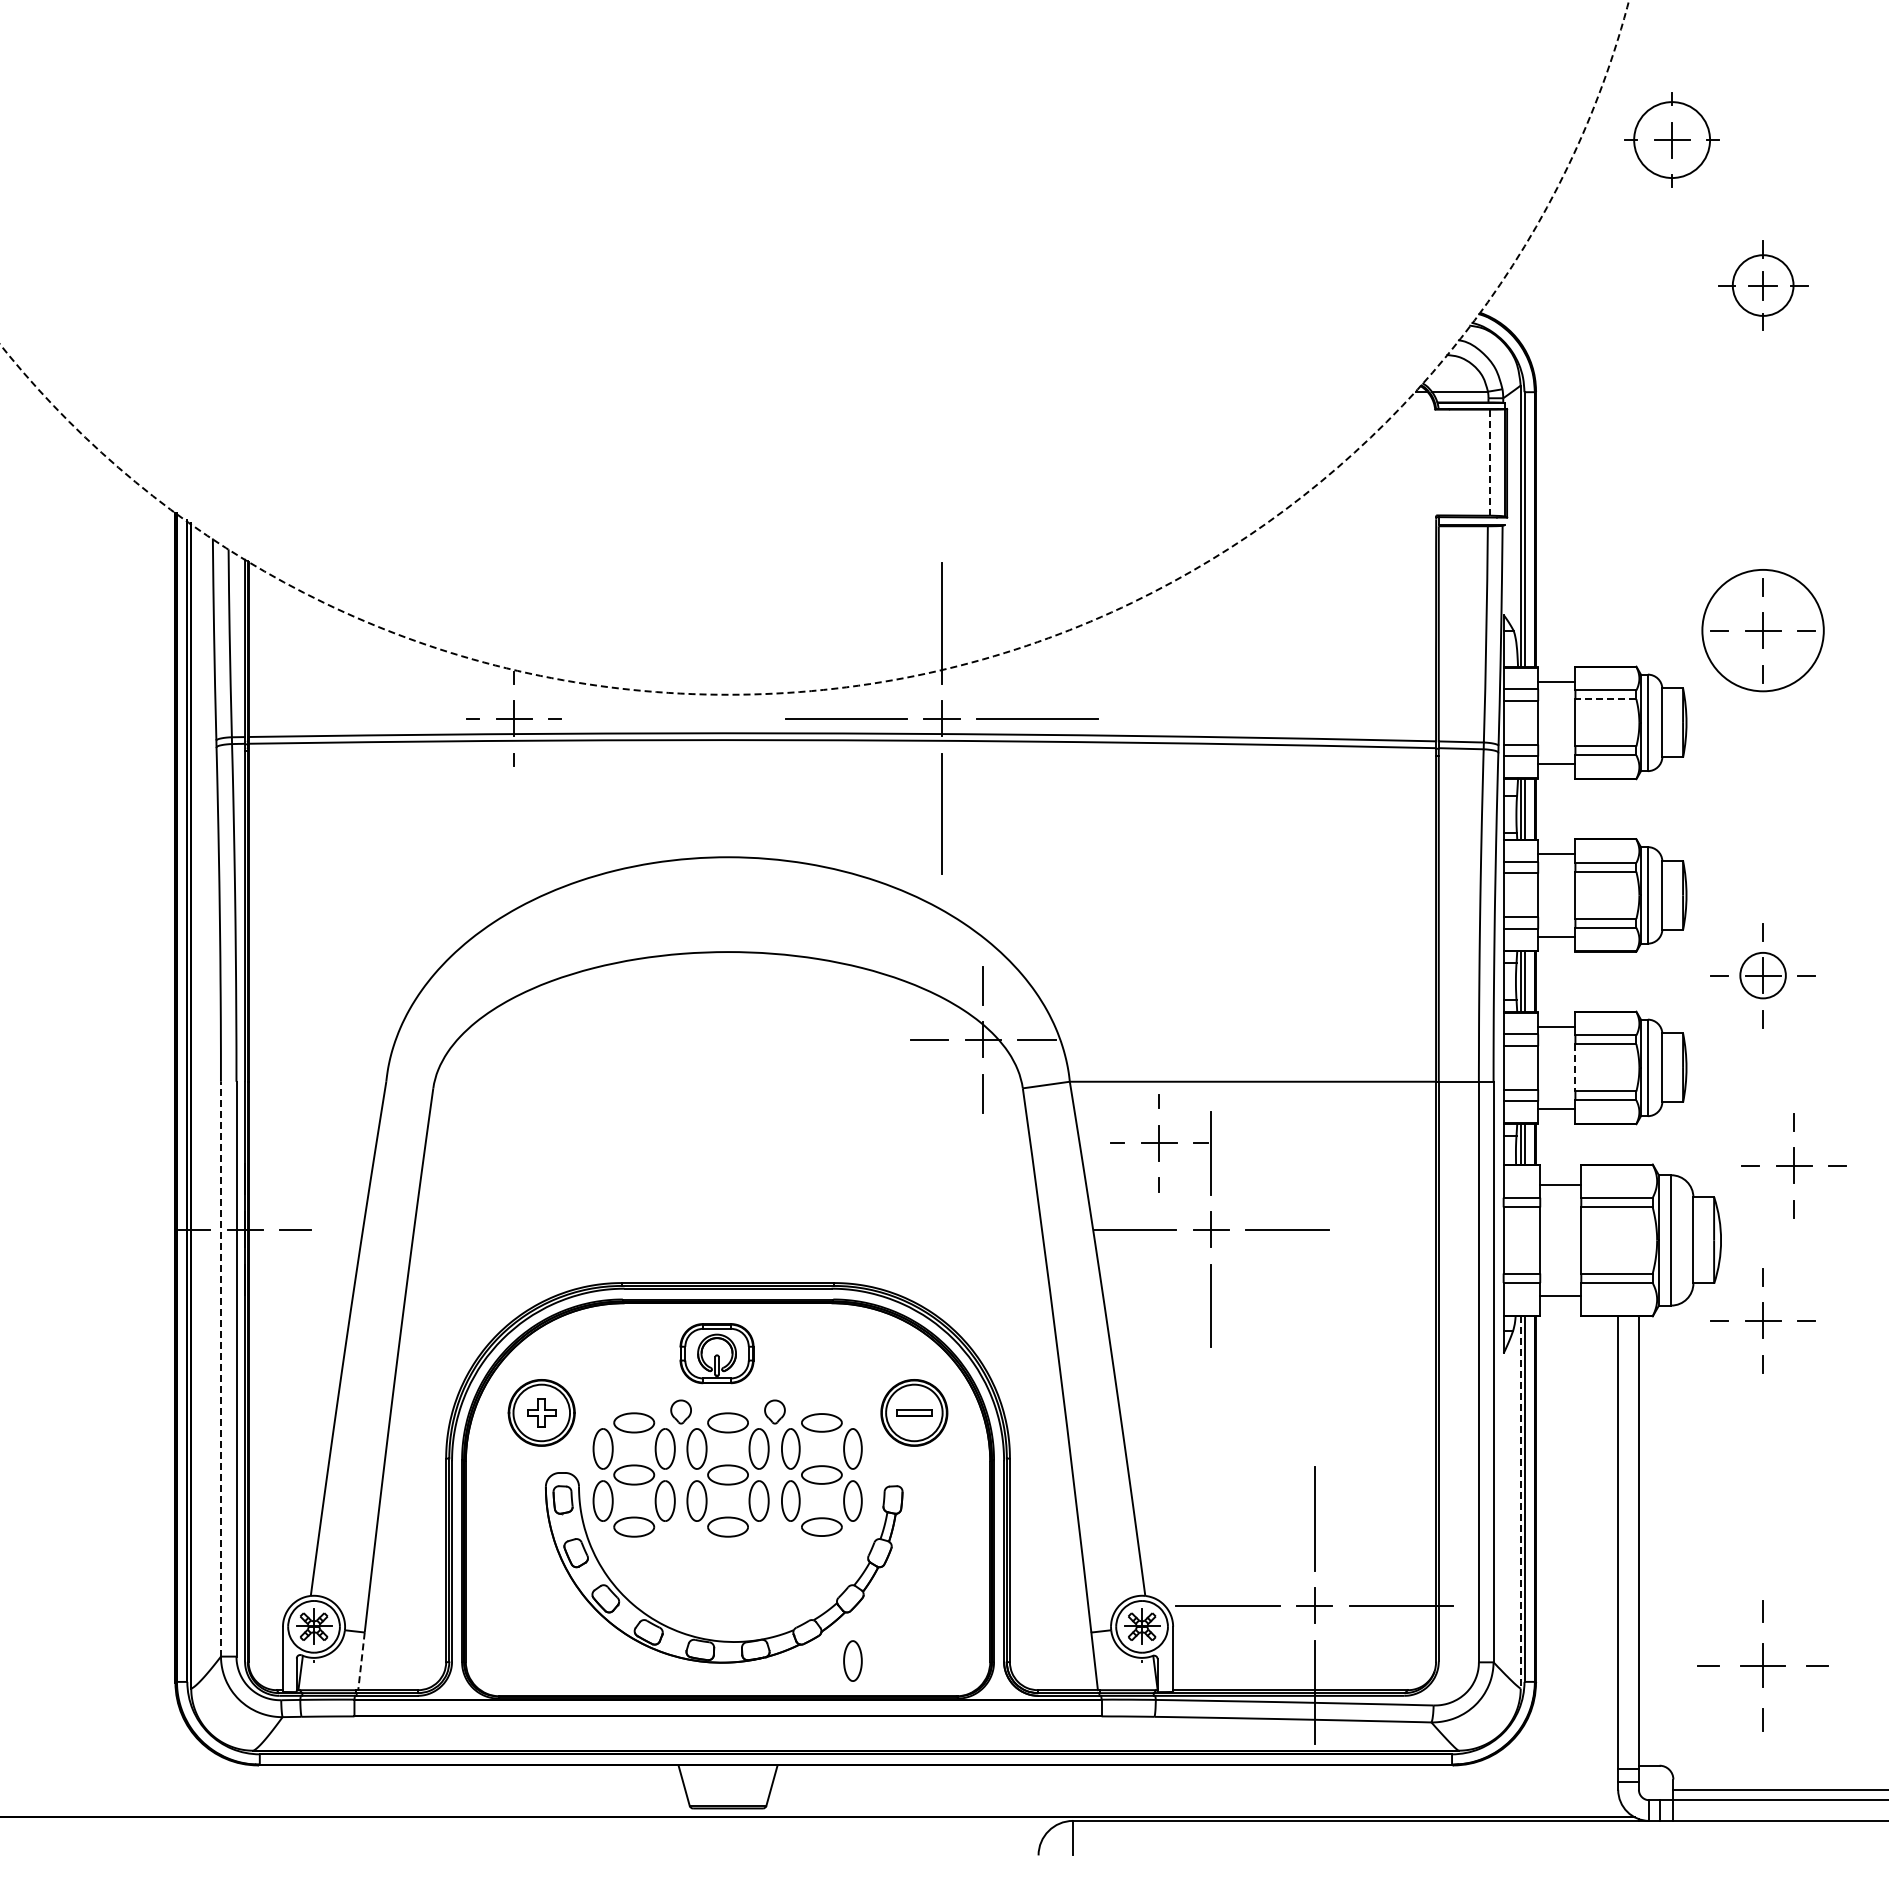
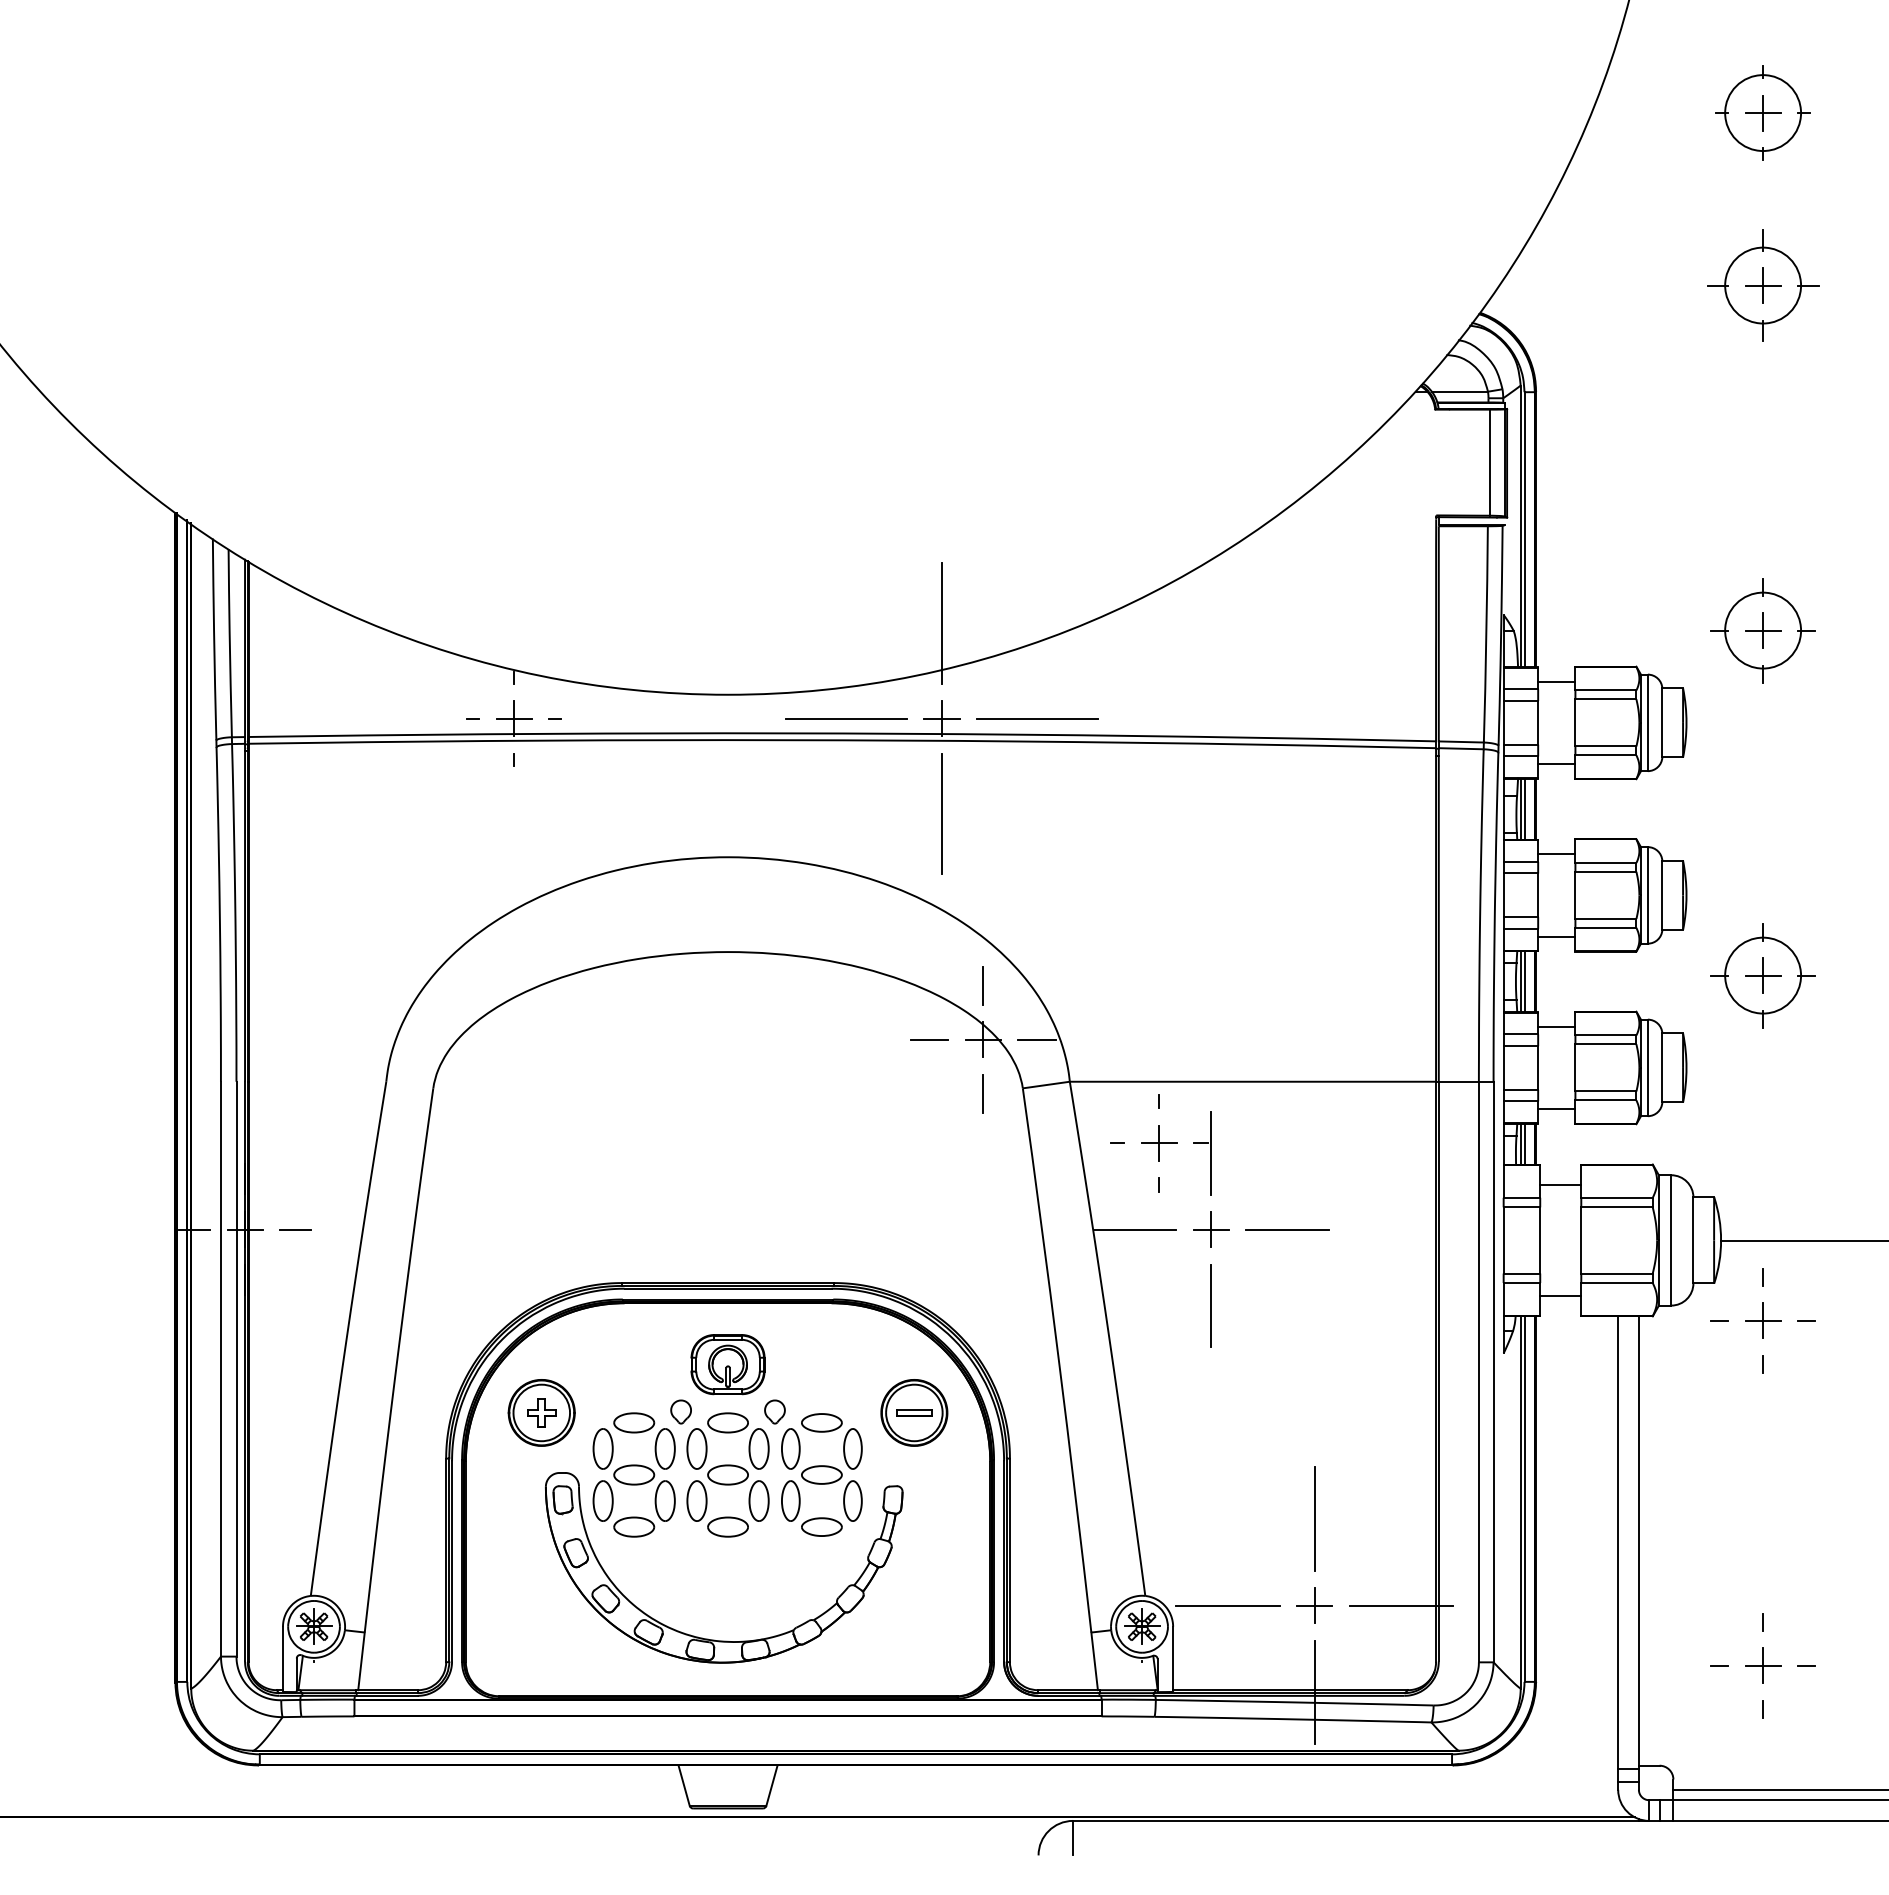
part at (1671, 139) position: (1671, 139) -> (1762, 112)
part at (1763, 285) size: 91x91 px -> 113x113 px
circle at (814, 347): dashed -> solid
line at (1490, 462): dashed -> solid
circle at (1762, 630) diameter: 121 px -> 76 px
line at (1605, 699): dashed -> solid
circle at (1762, 975) diameter: 46 px -> 76 px
line at (1575, 1067): dashed -> solid
part at (1793, 1165): present -> none
line at (1803, 1241): none -> present
part at (716, 1353) position: (716, 1353) -> (727, 1364)
line at (220, 1368): dashed -> solid
line at (1520, 1503): dashed -> solid
part at (852, 1660): present -> none
line at (361, 1661): dashed -> solid
part at (1762, 1665) size: 132x132 px -> 106x106 px
